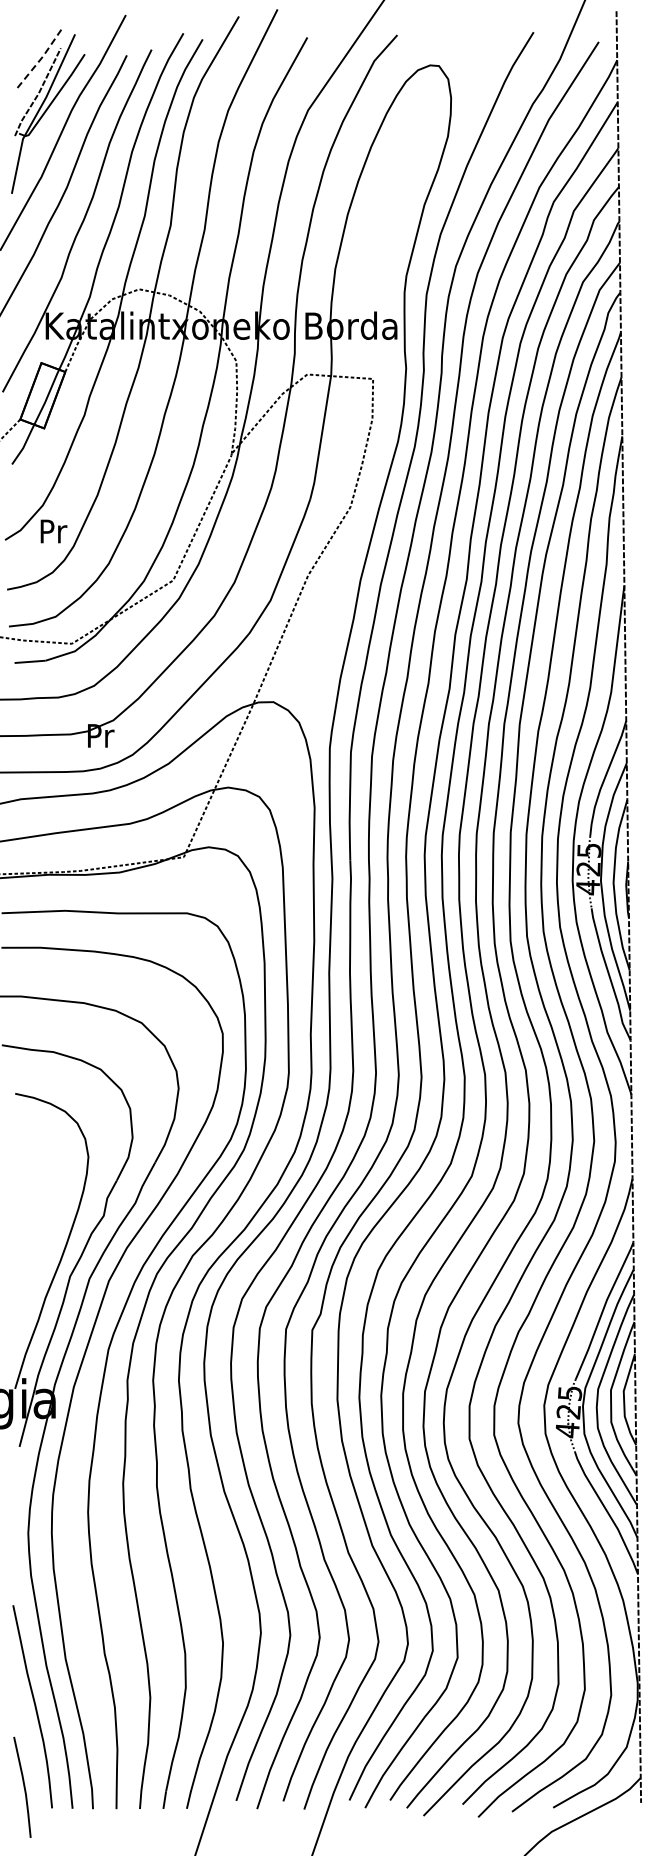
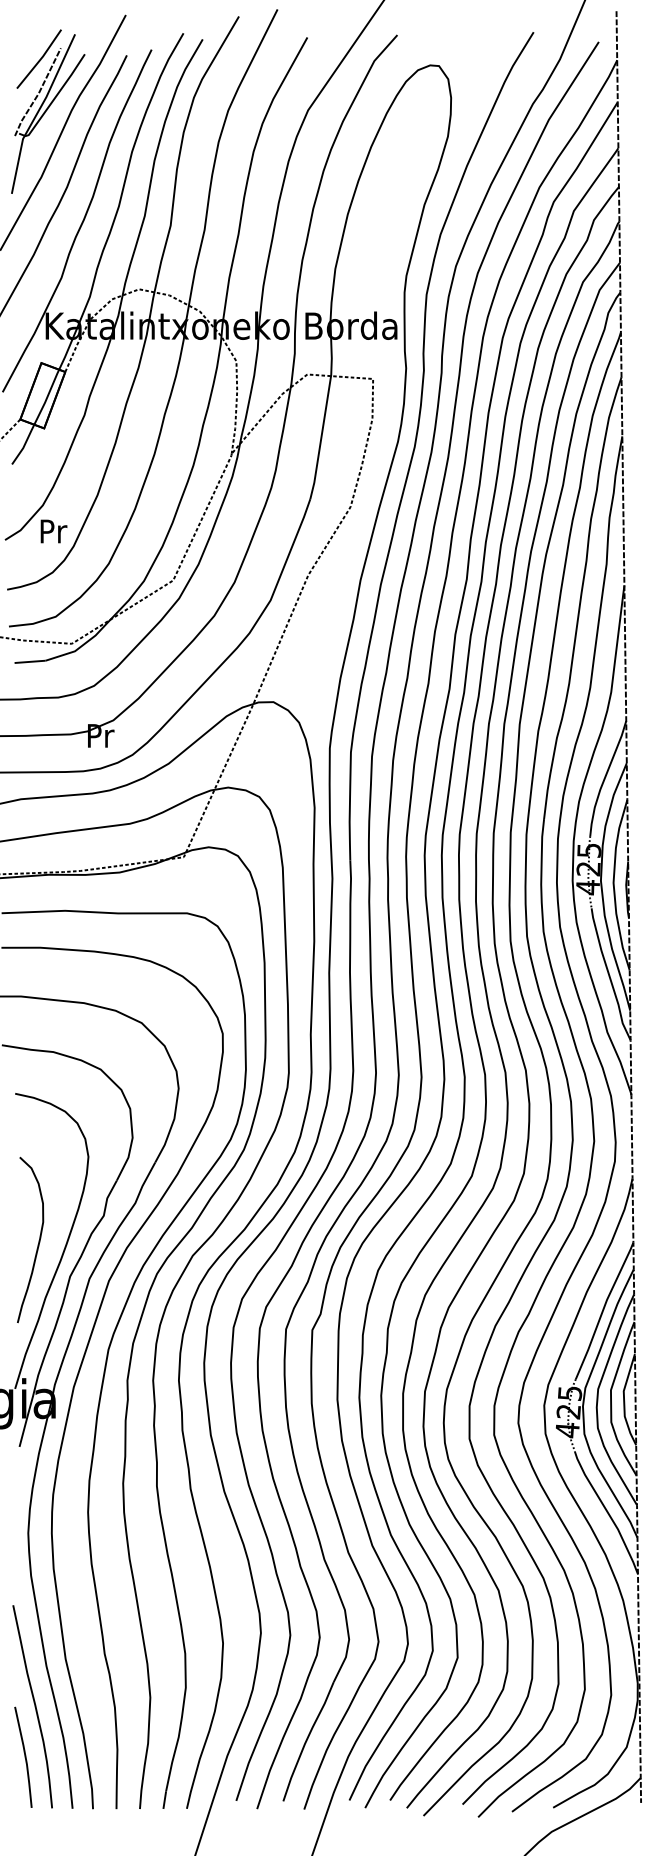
line at (40, 59): dashed -> solid
curve at (38, 1240): none -> present
line at (23, 1786) position: (23, 1786) -> (24, 1756)
